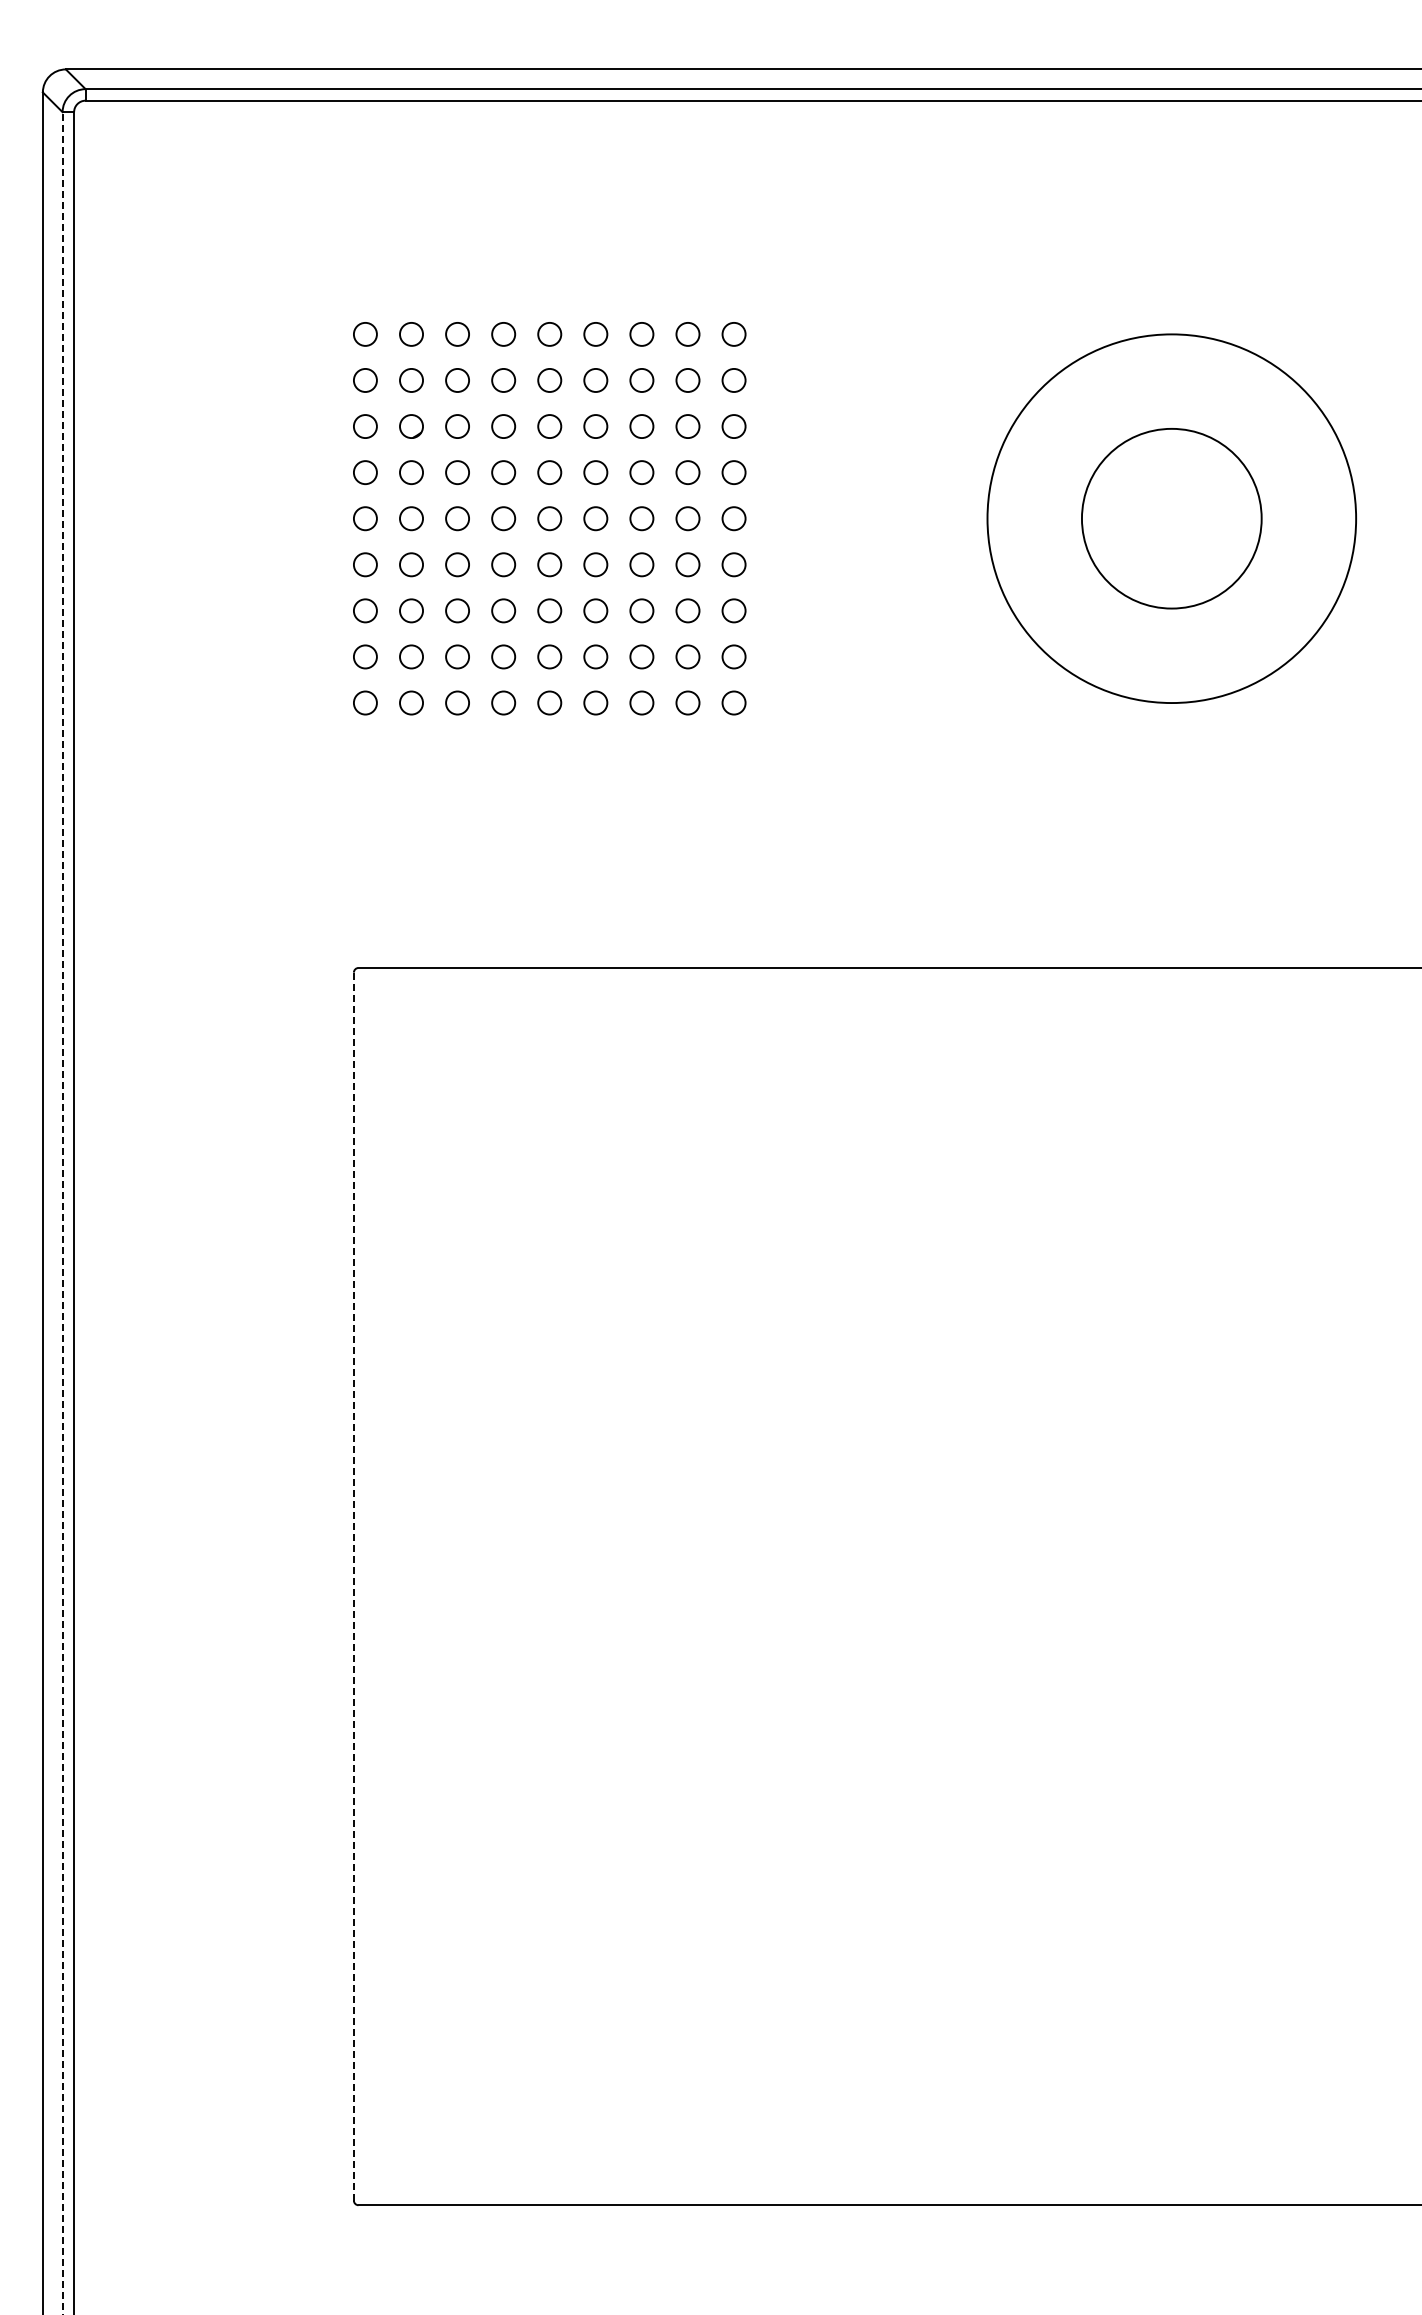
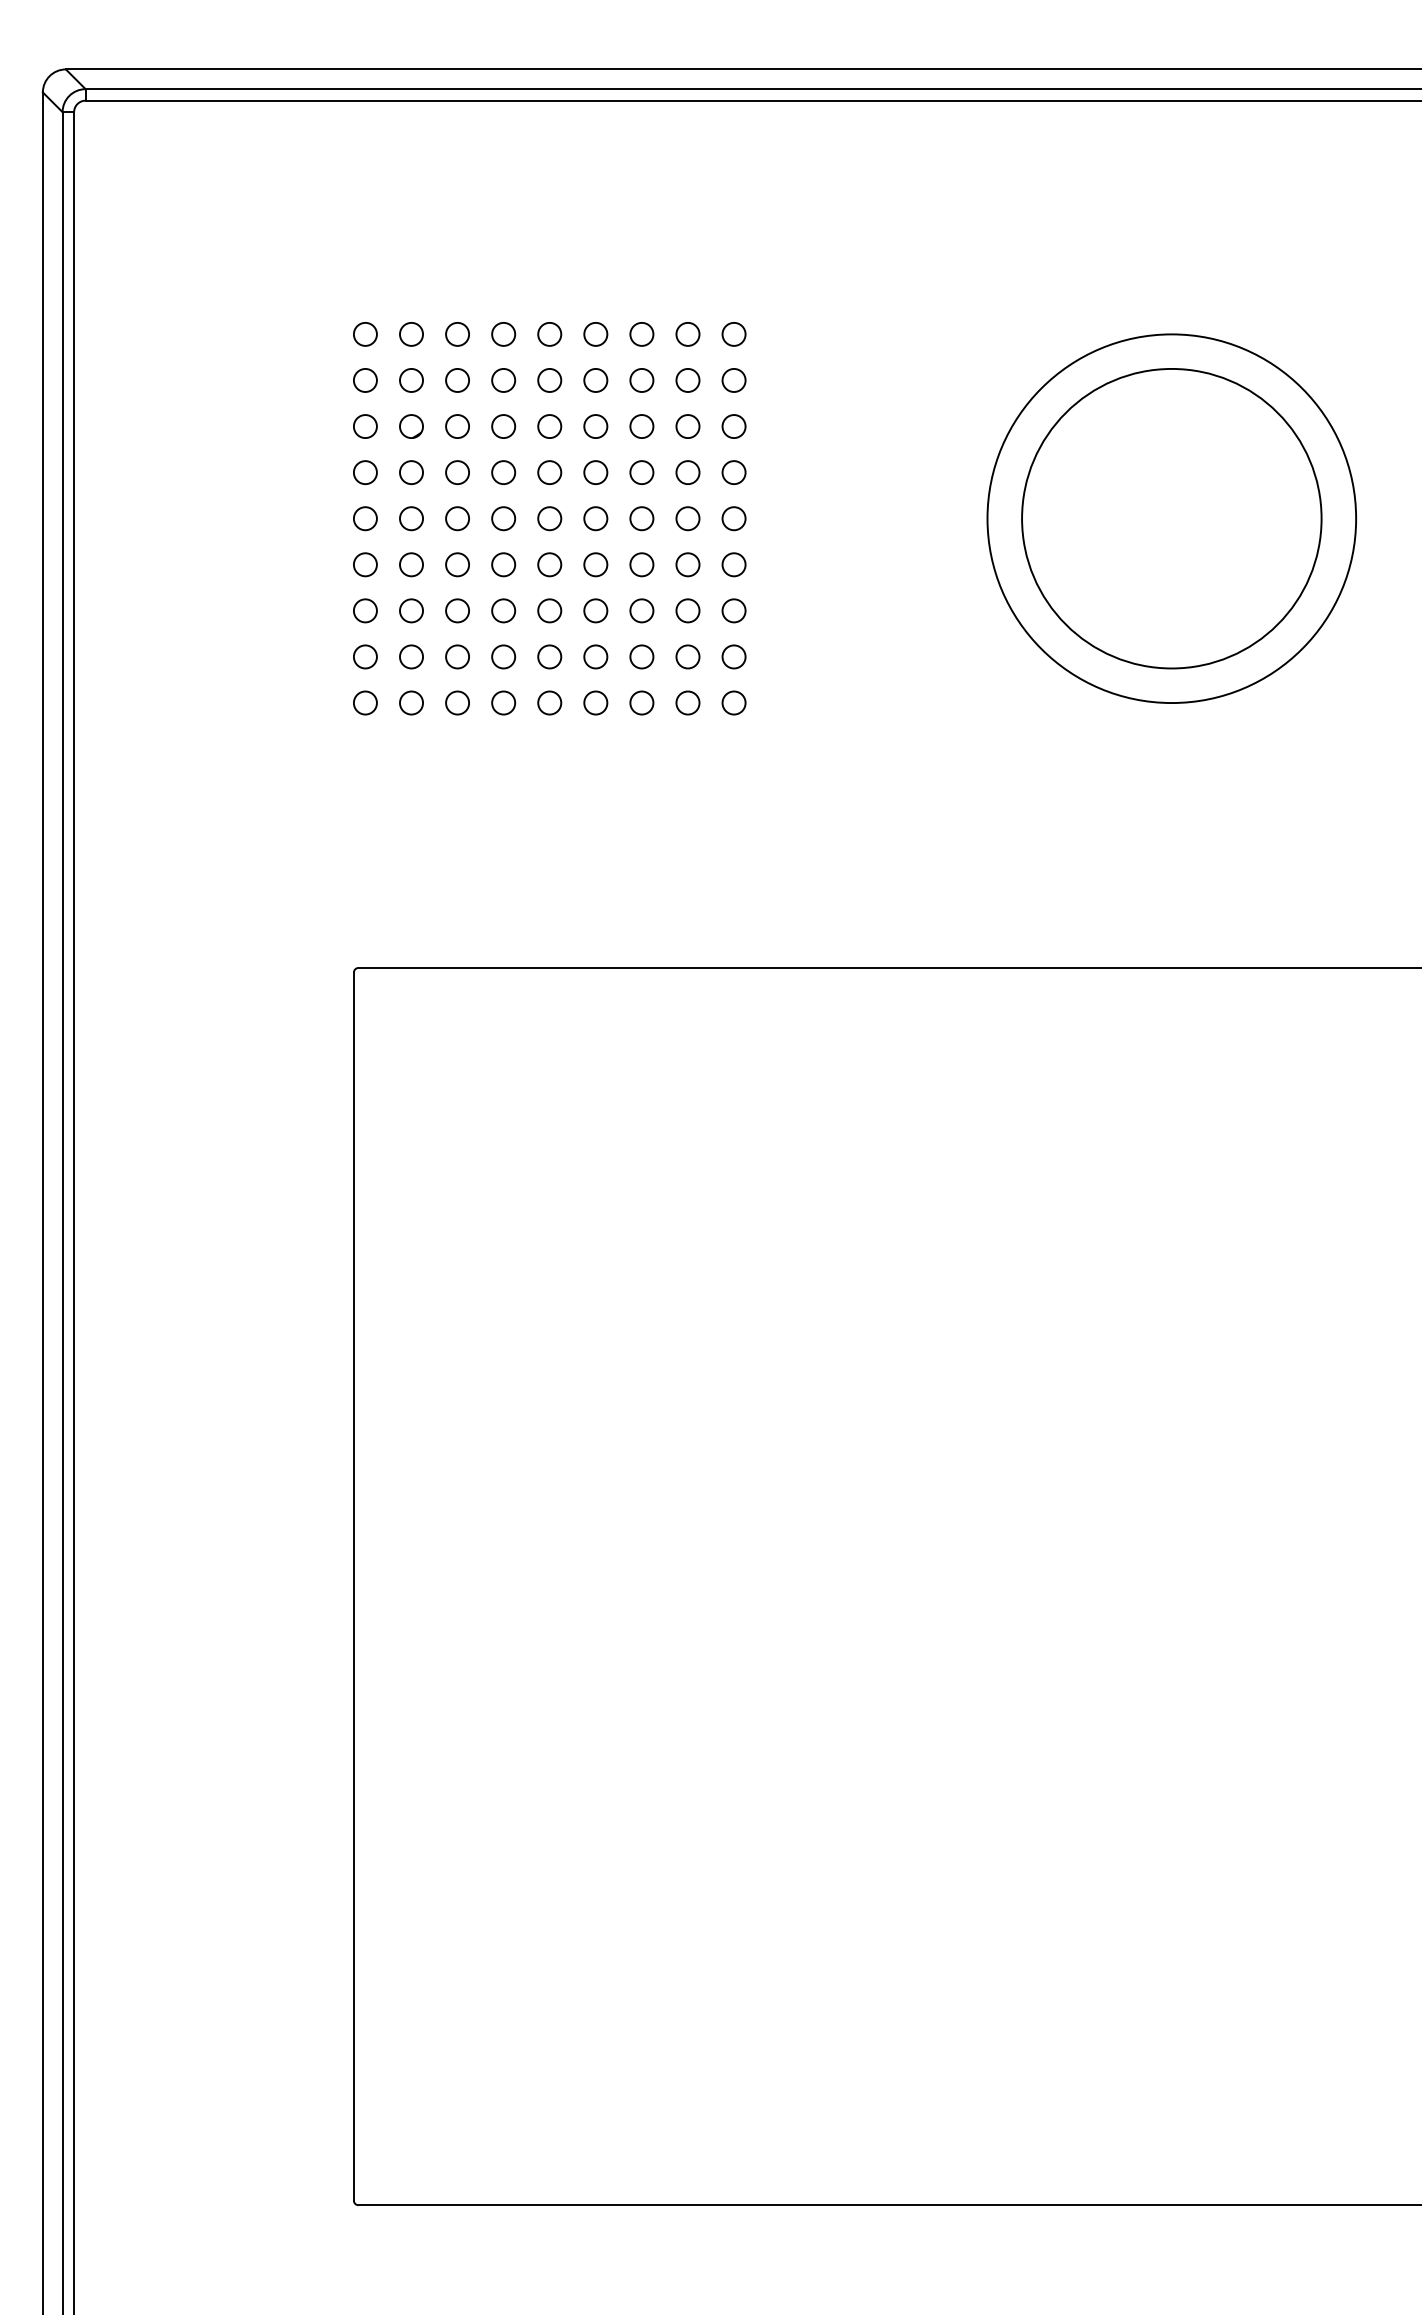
circle at (1171, 518) diameter: 180 px -> 300 px
line at (62, 1213): dashed -> solid
line at (353, 1587): dashed -> solid
